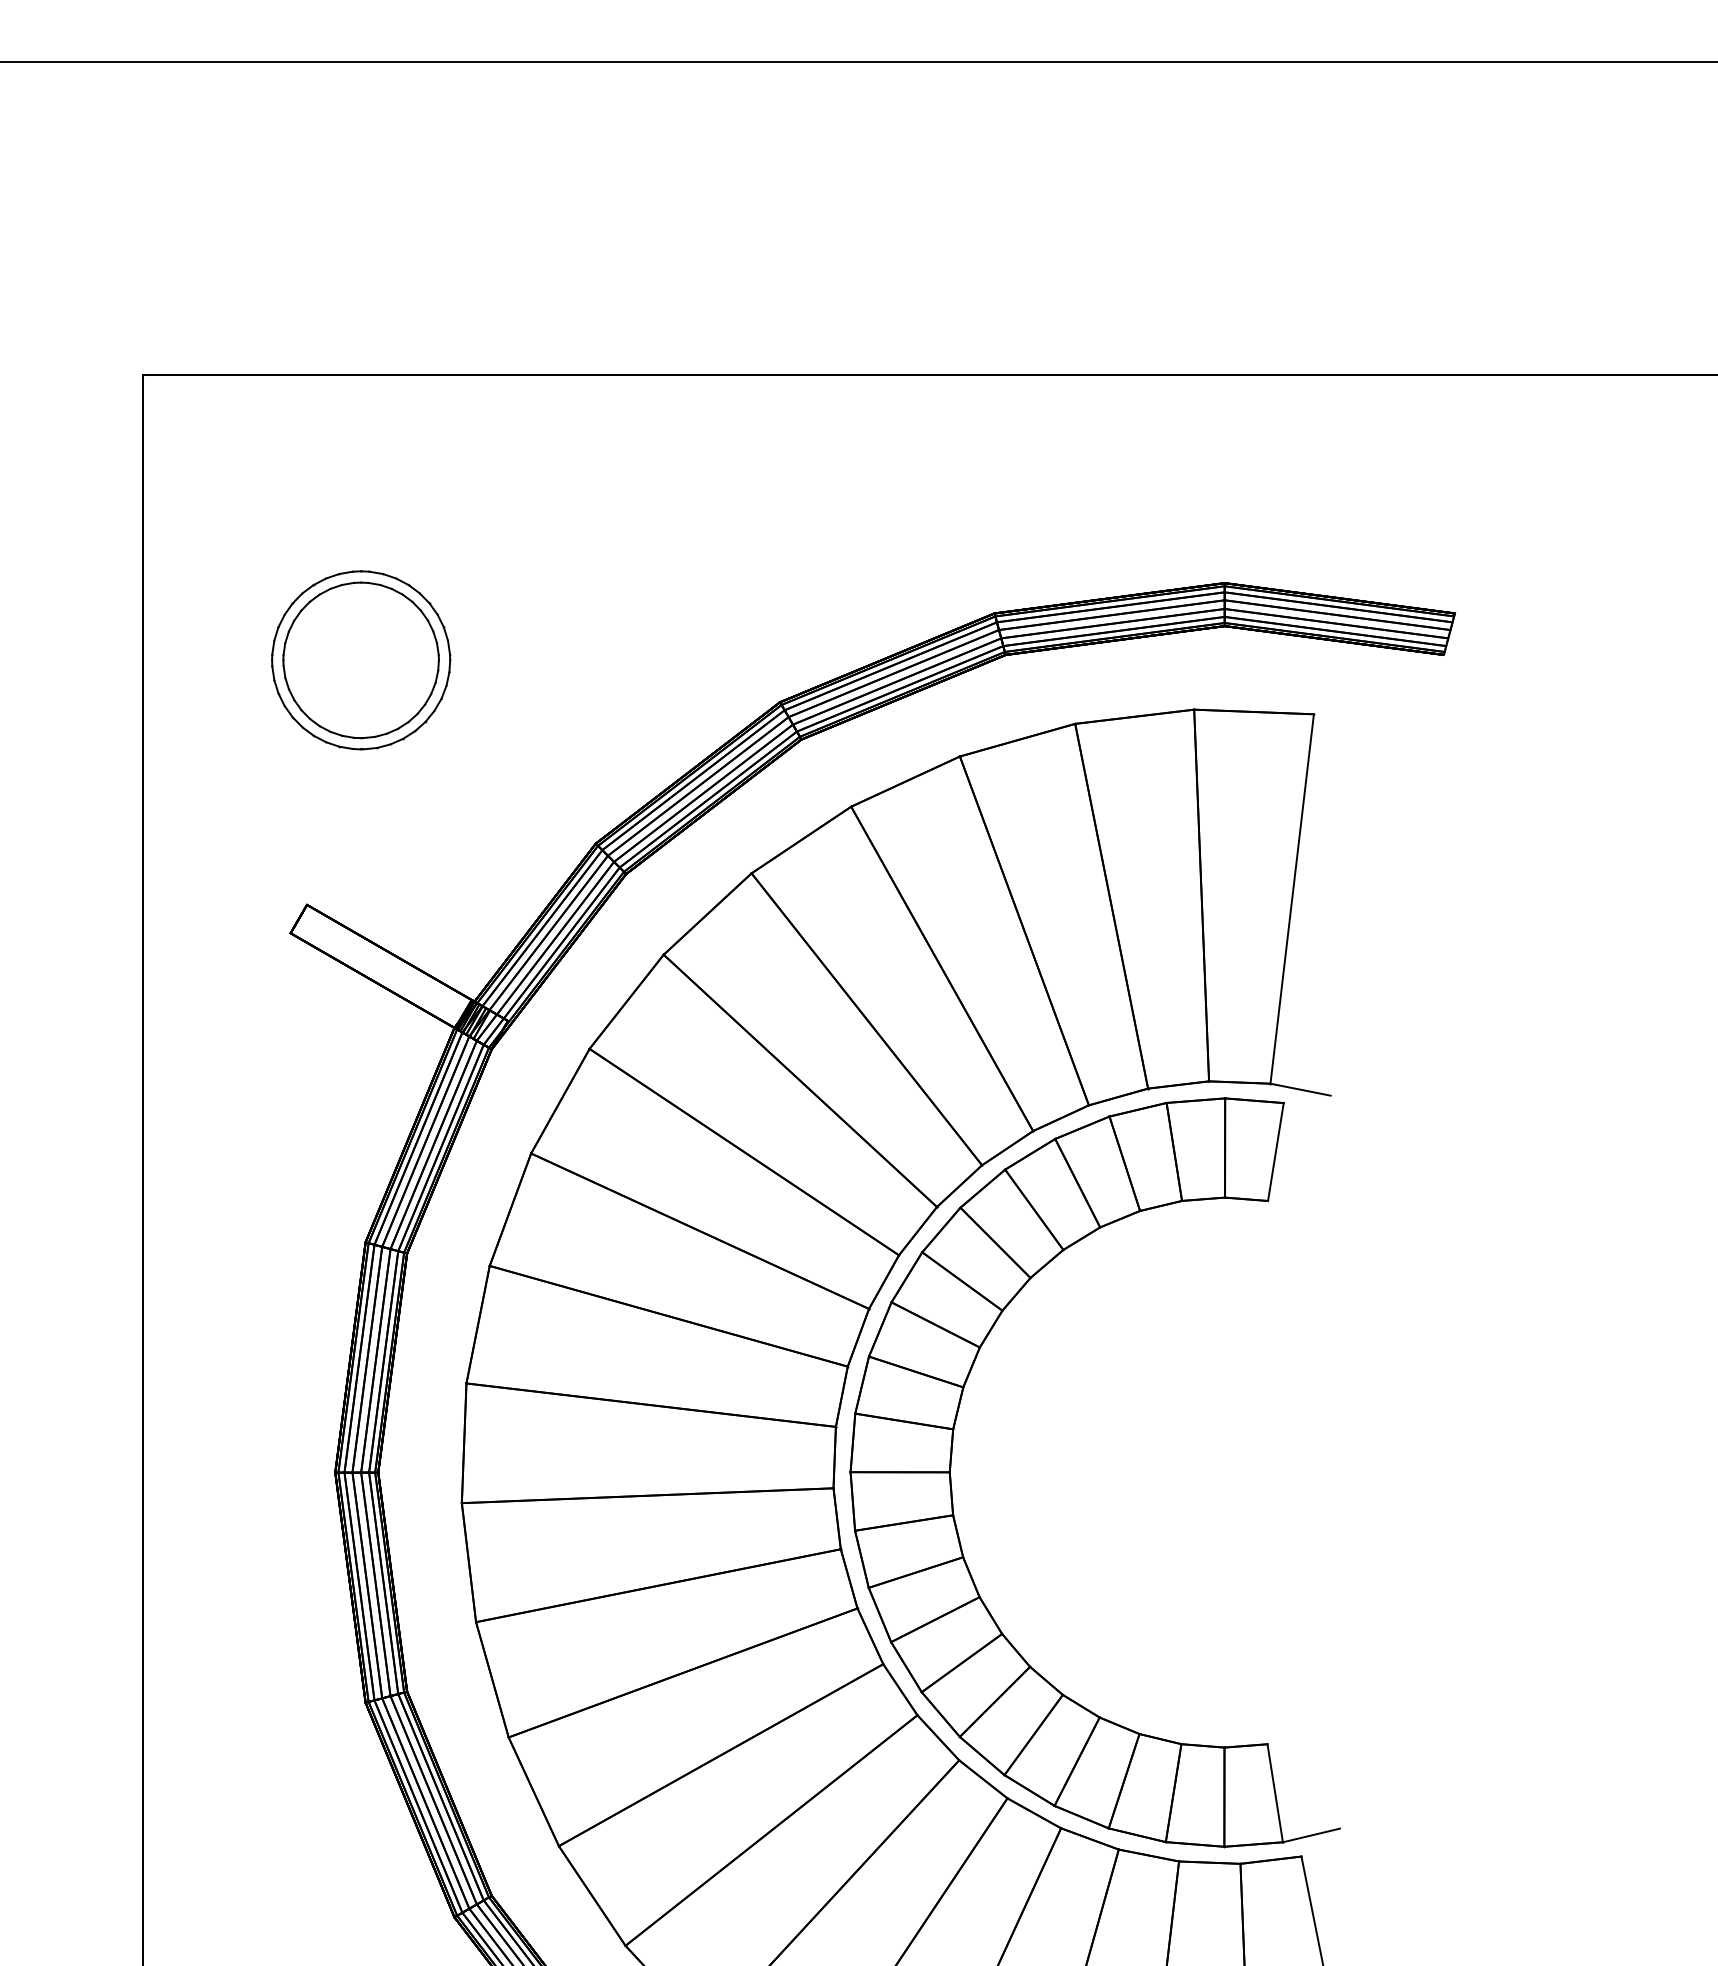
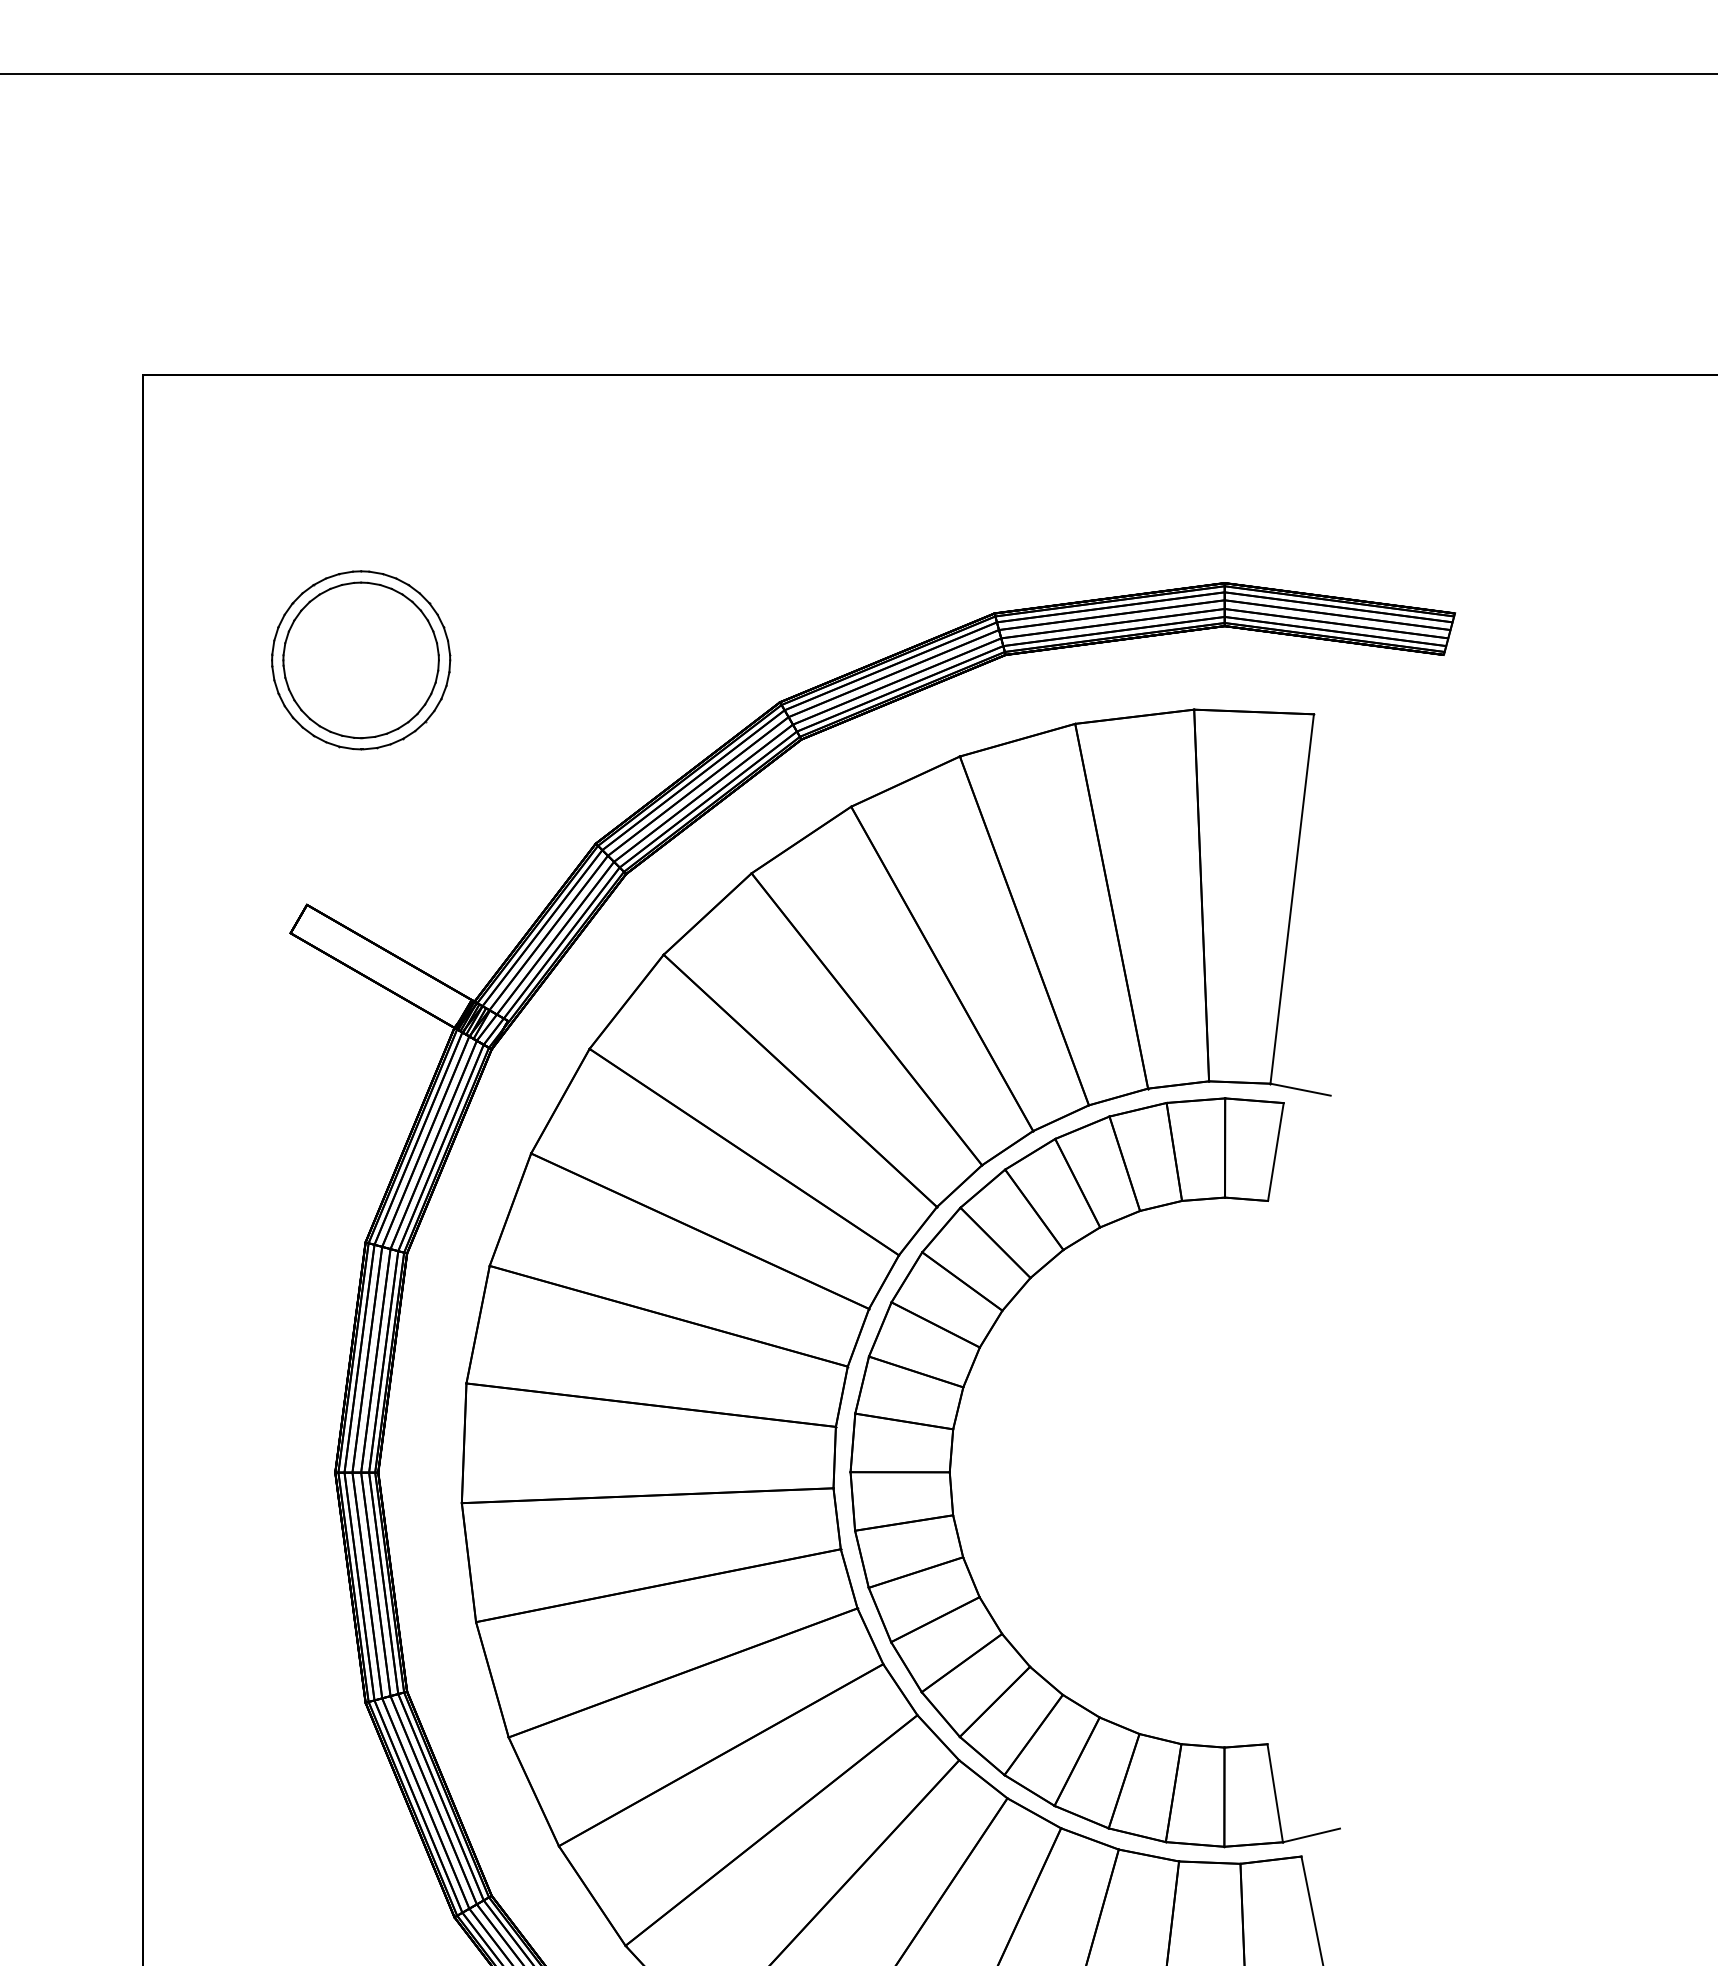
line at (858, 61) position: (858, 61) -> (858, 73)
